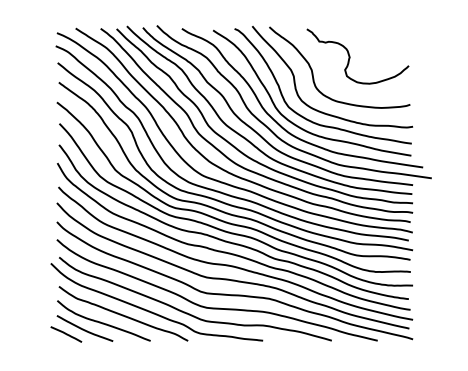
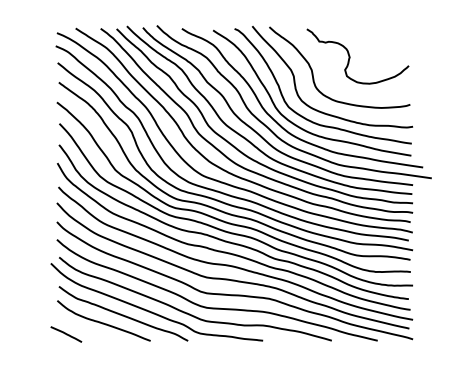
curve at (83, 328): present -> none
